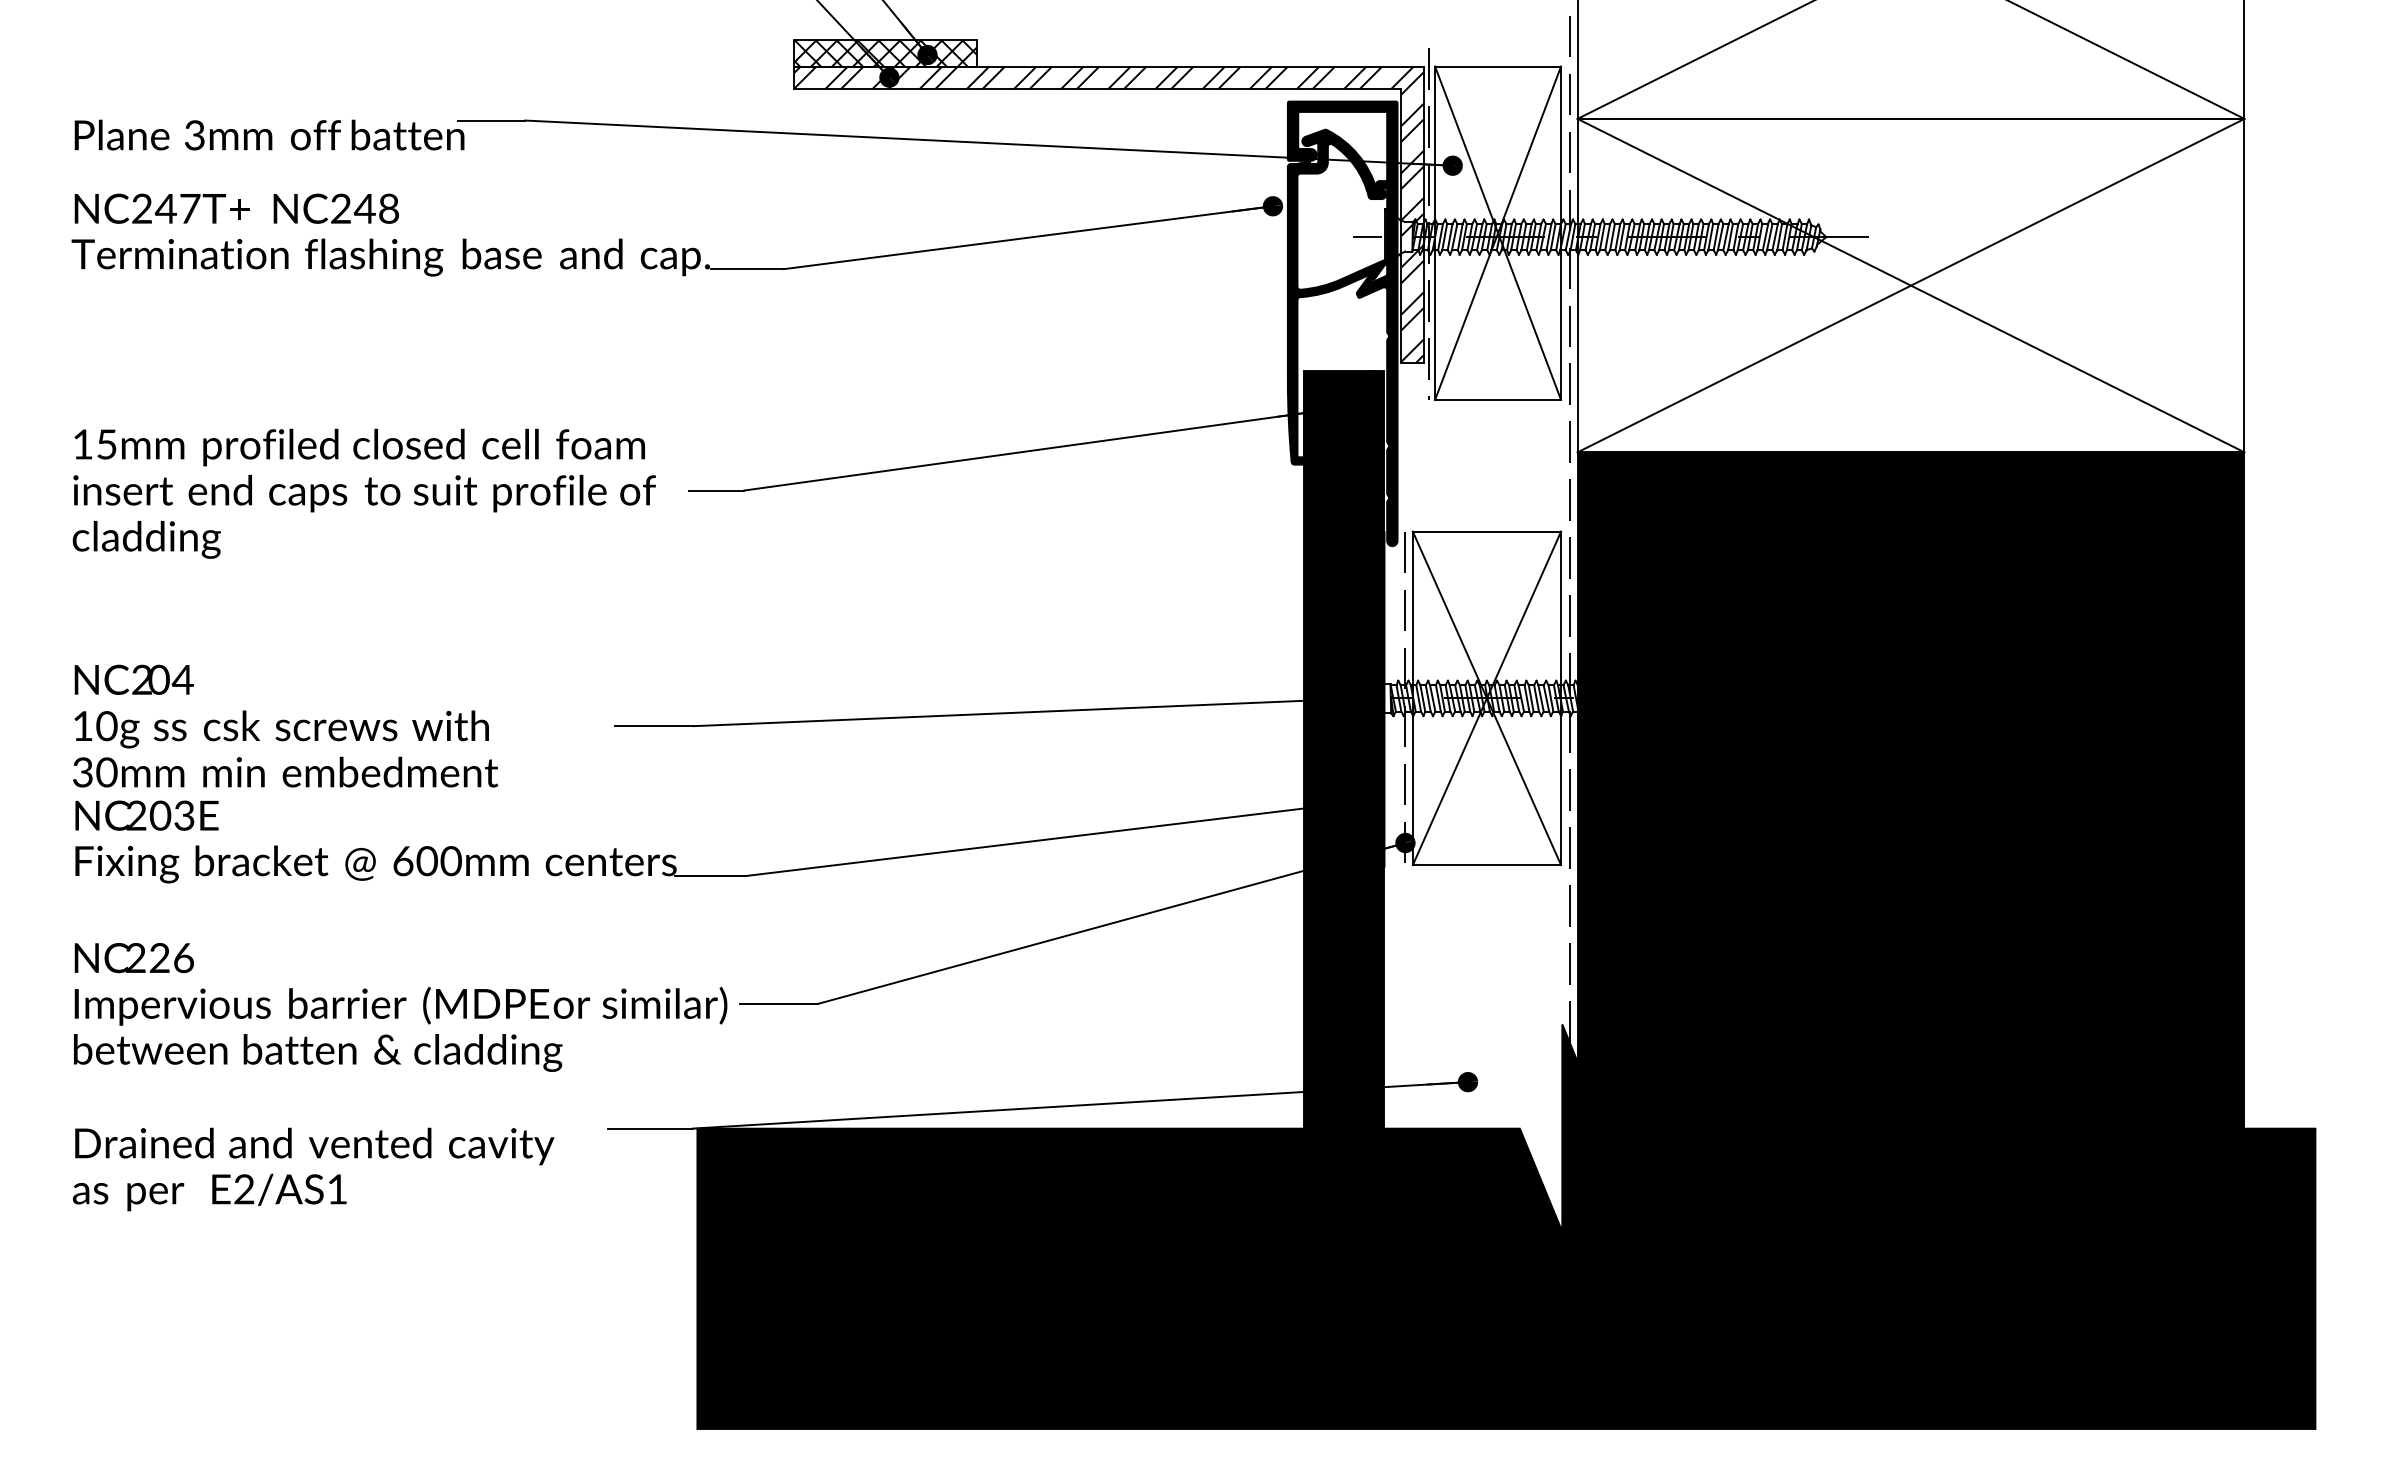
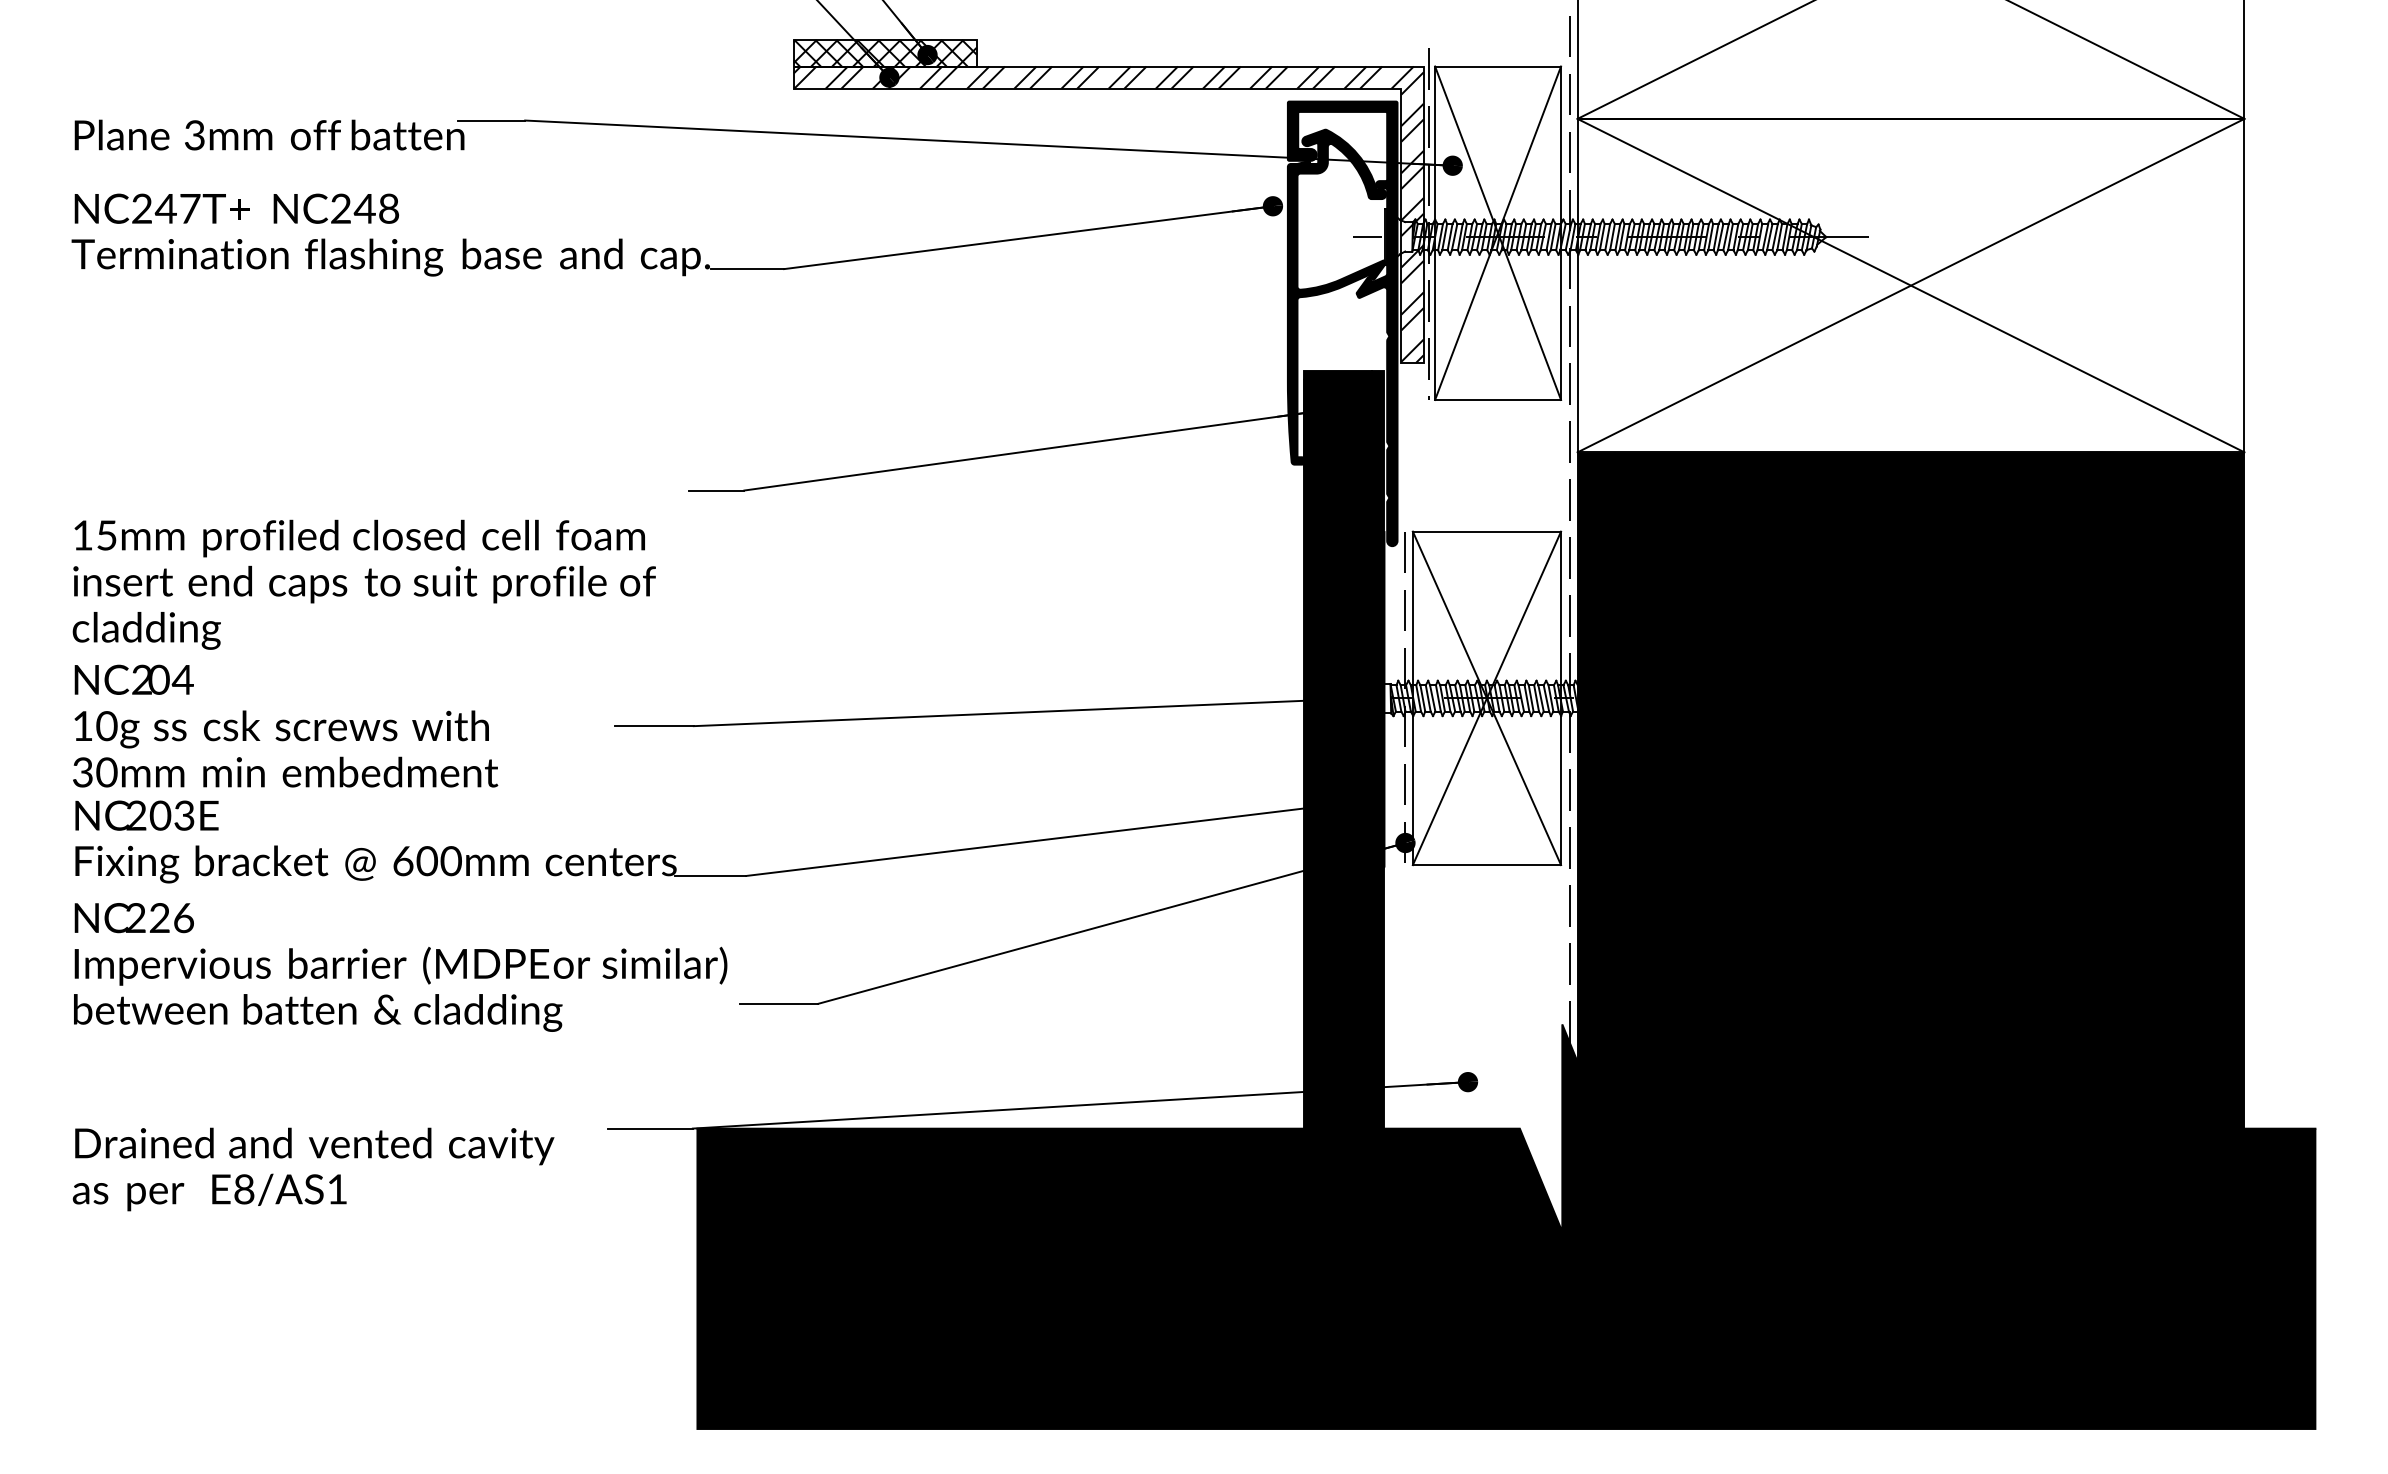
text at (363, 493) position: (363, 493) -> (363, 584)
text at (400, 1007) position: (400, 1007) -> (400, 967)
text at (244, 1189): E2/AS1 -> E8/AS1
